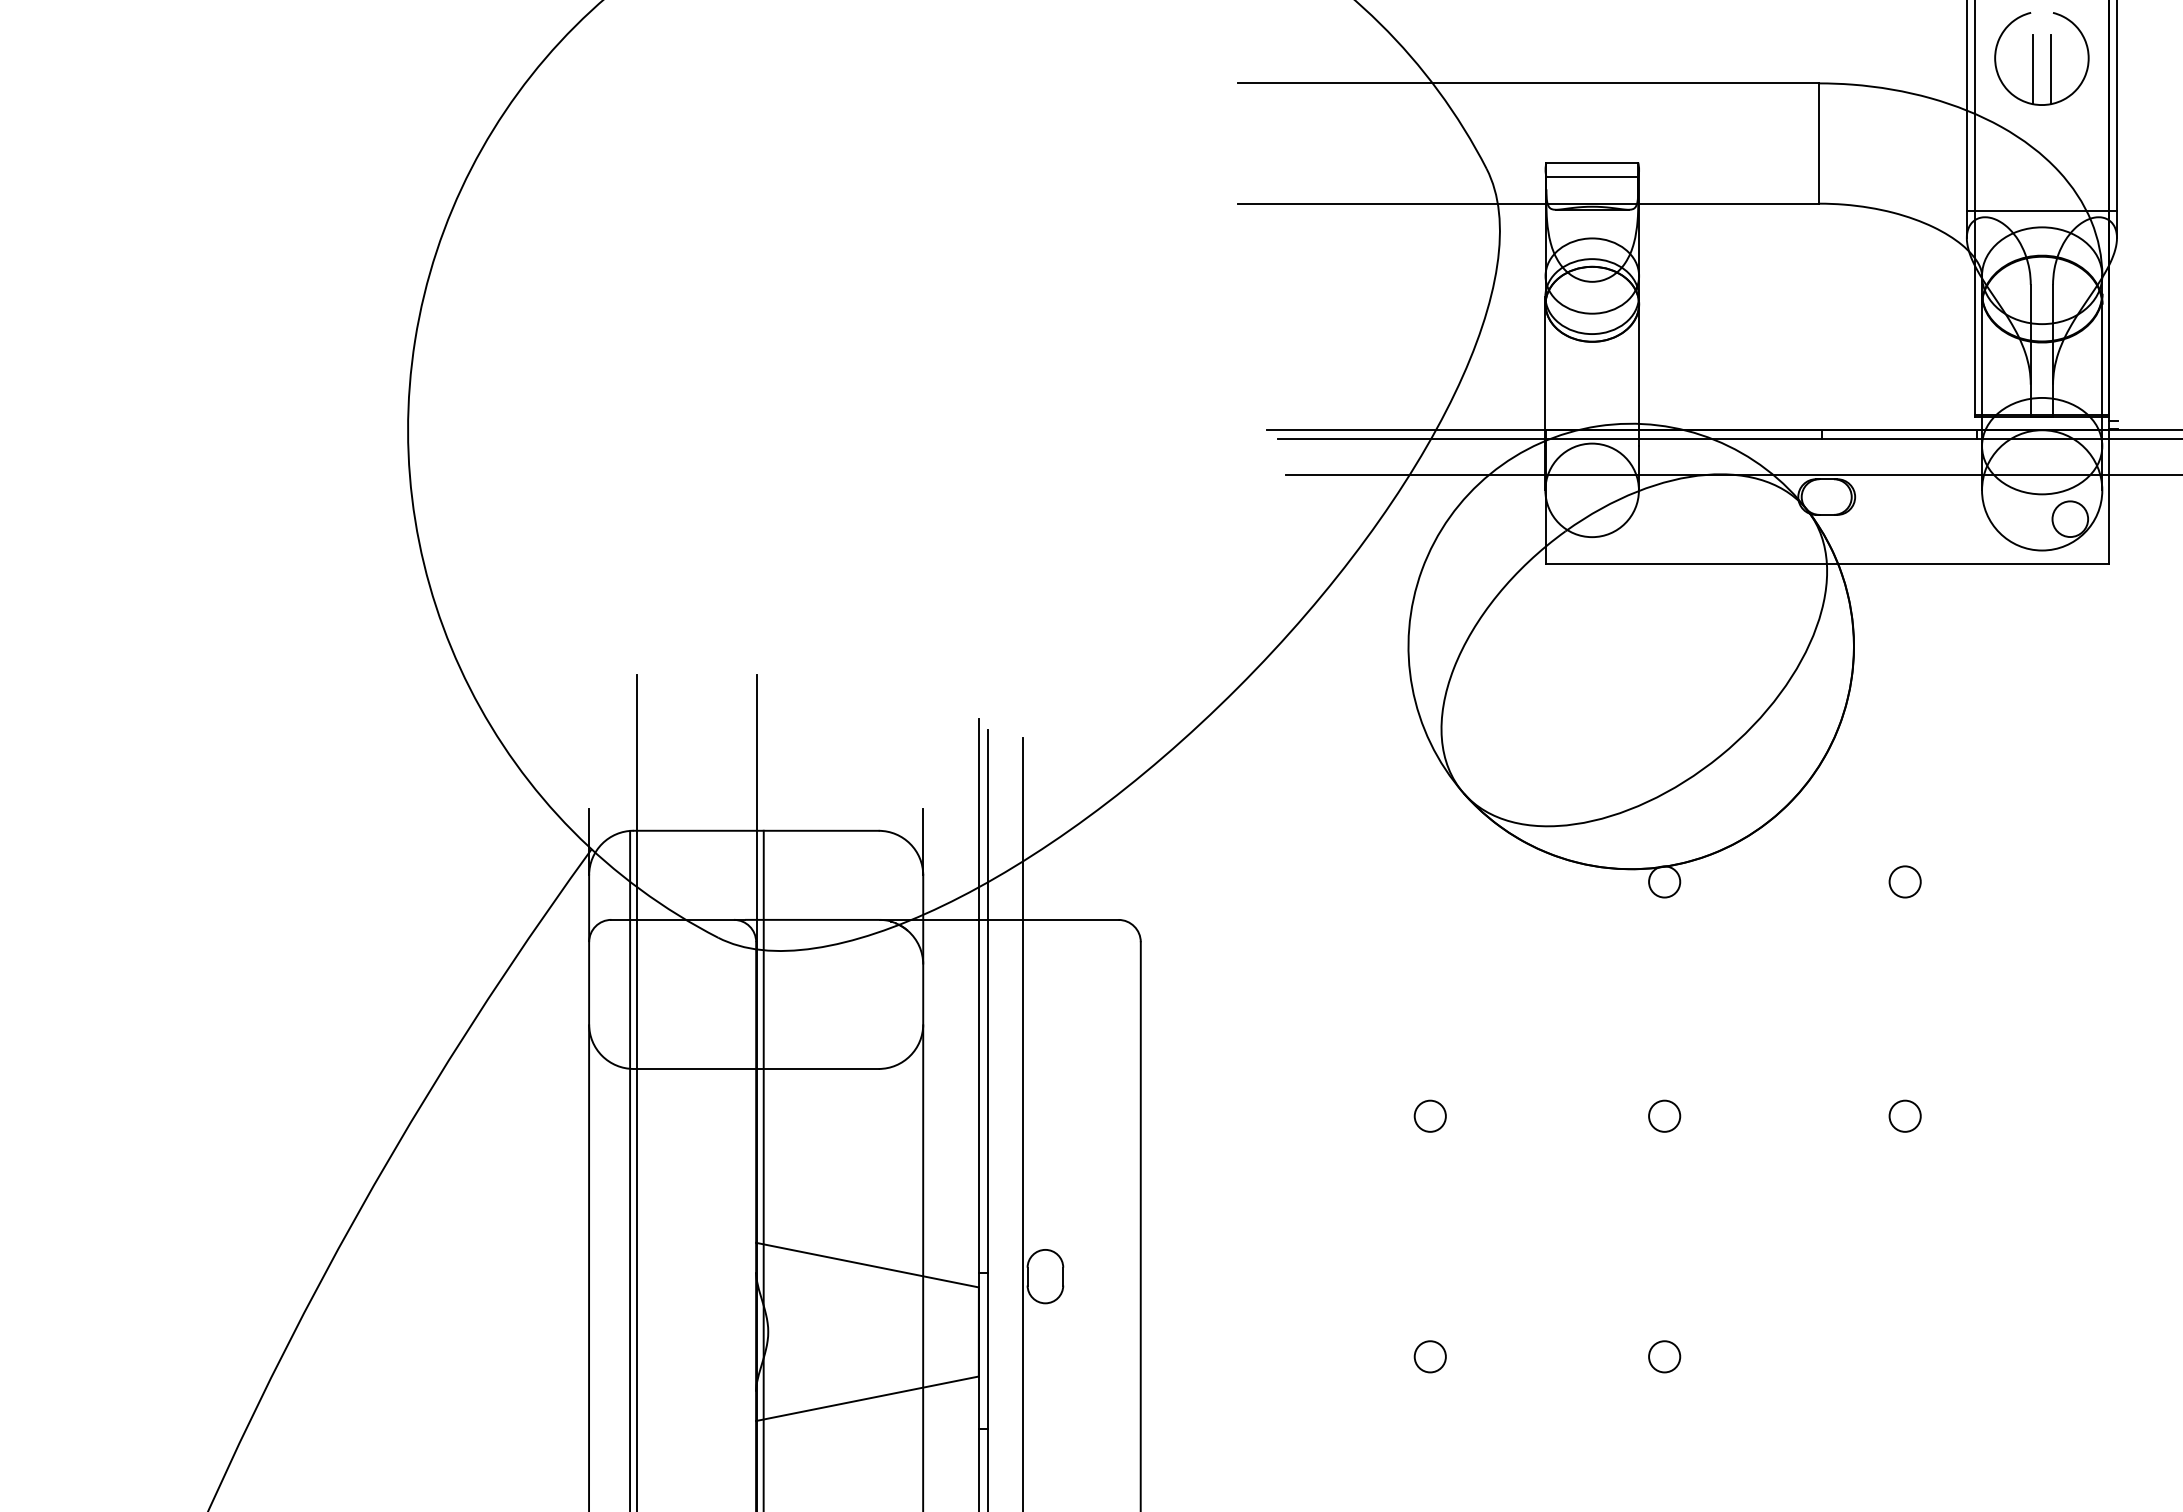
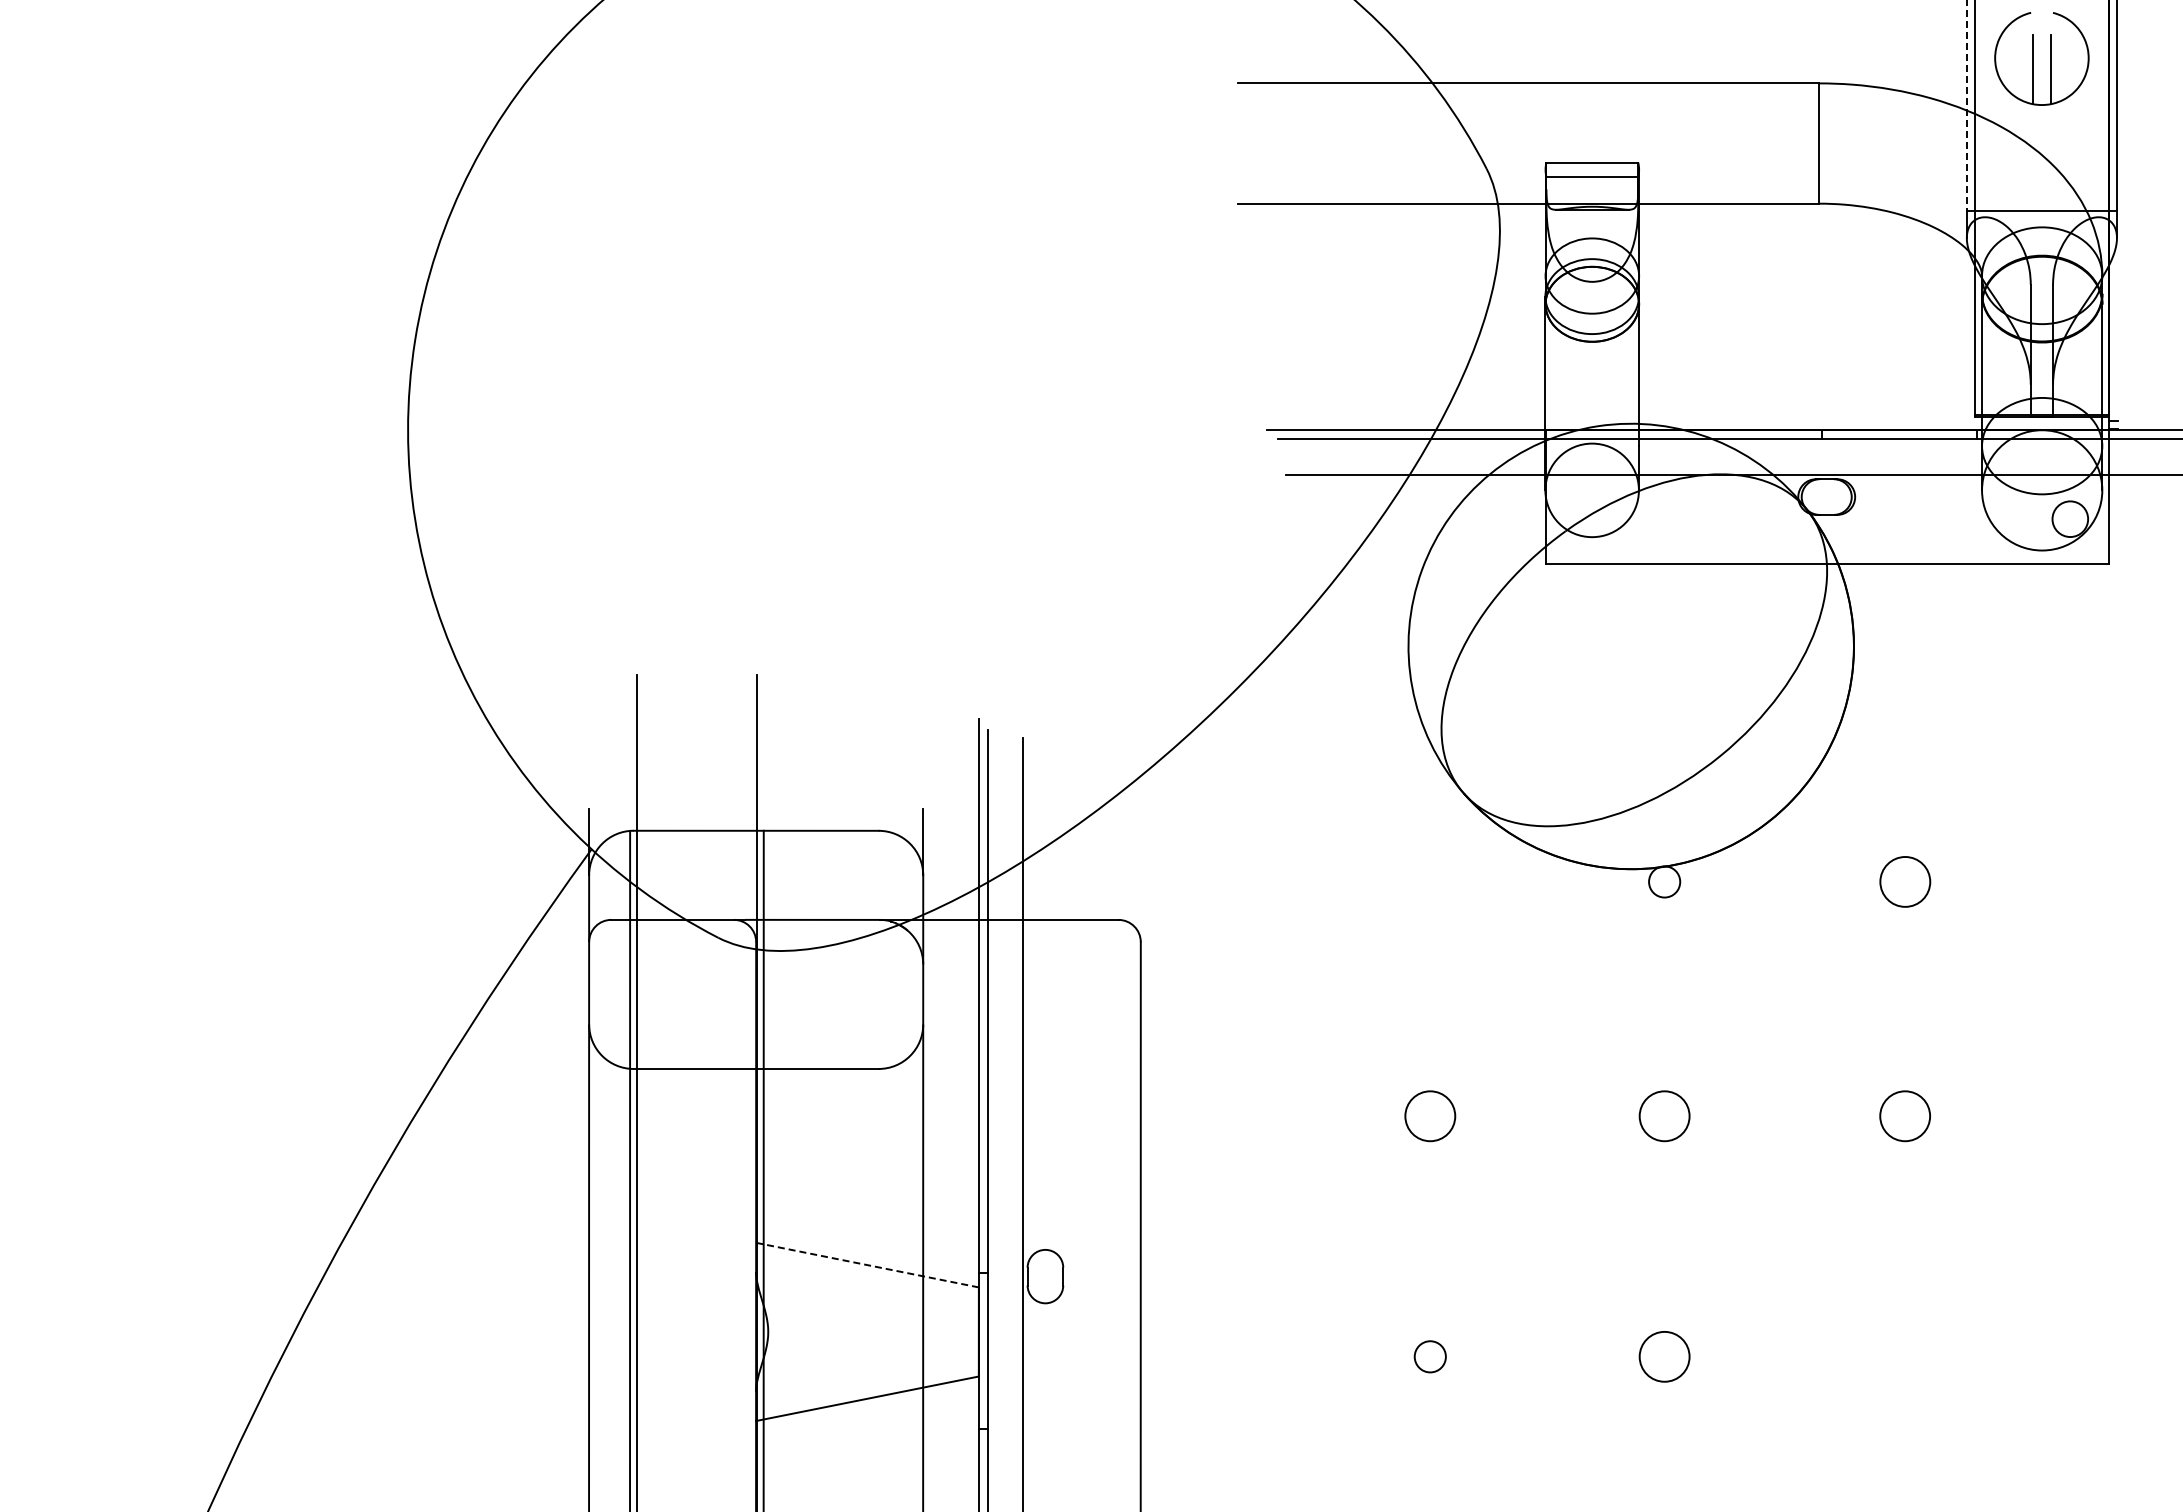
line at (1966, 106): solid -> dashed
circle at (1904, 881) size: 34x34 px -> 53x52 px
circle at (1429, 1115) diameter: 31 px -> 50 px
circle at (1664, 1115) diameter: 31 px -> 50 px
circle at (1904, 1115) diameter: 31 px -> 50 px
line at (867, 1265): solid -> dashed
circle at (1664, 1356) diameter: 31 px -> 50 px
